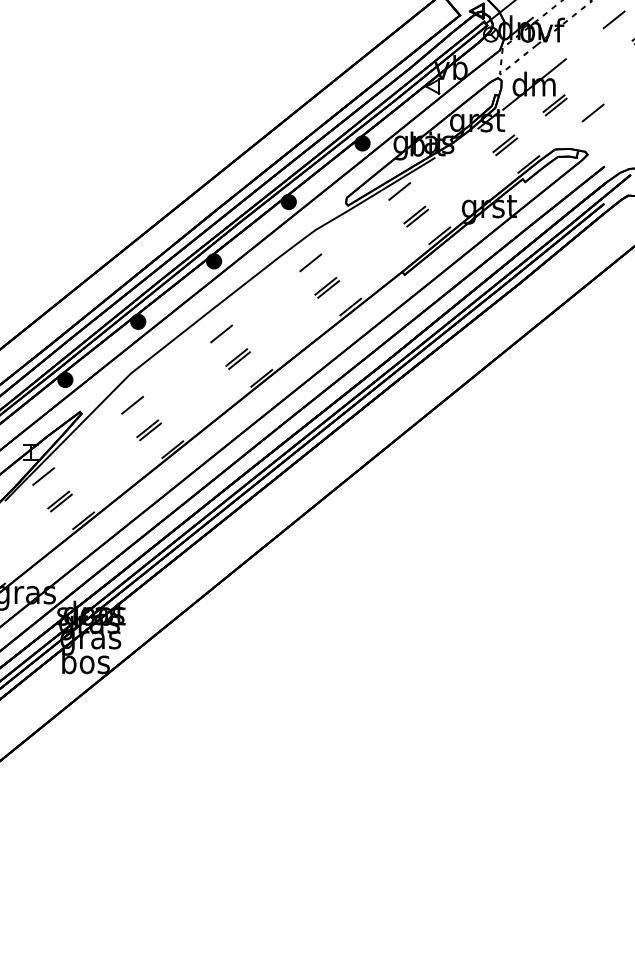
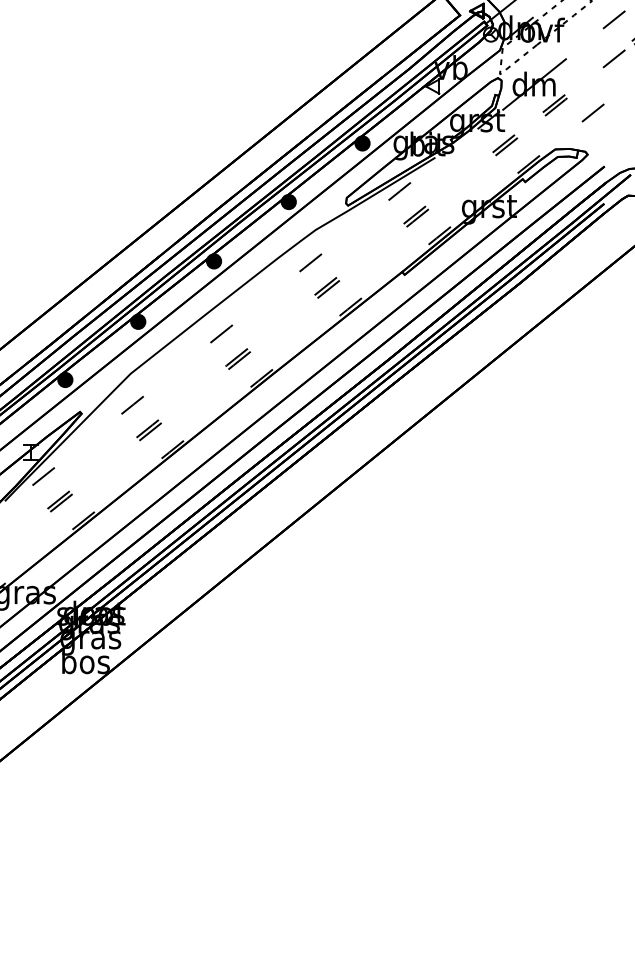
line at (613, 58): none -> present
